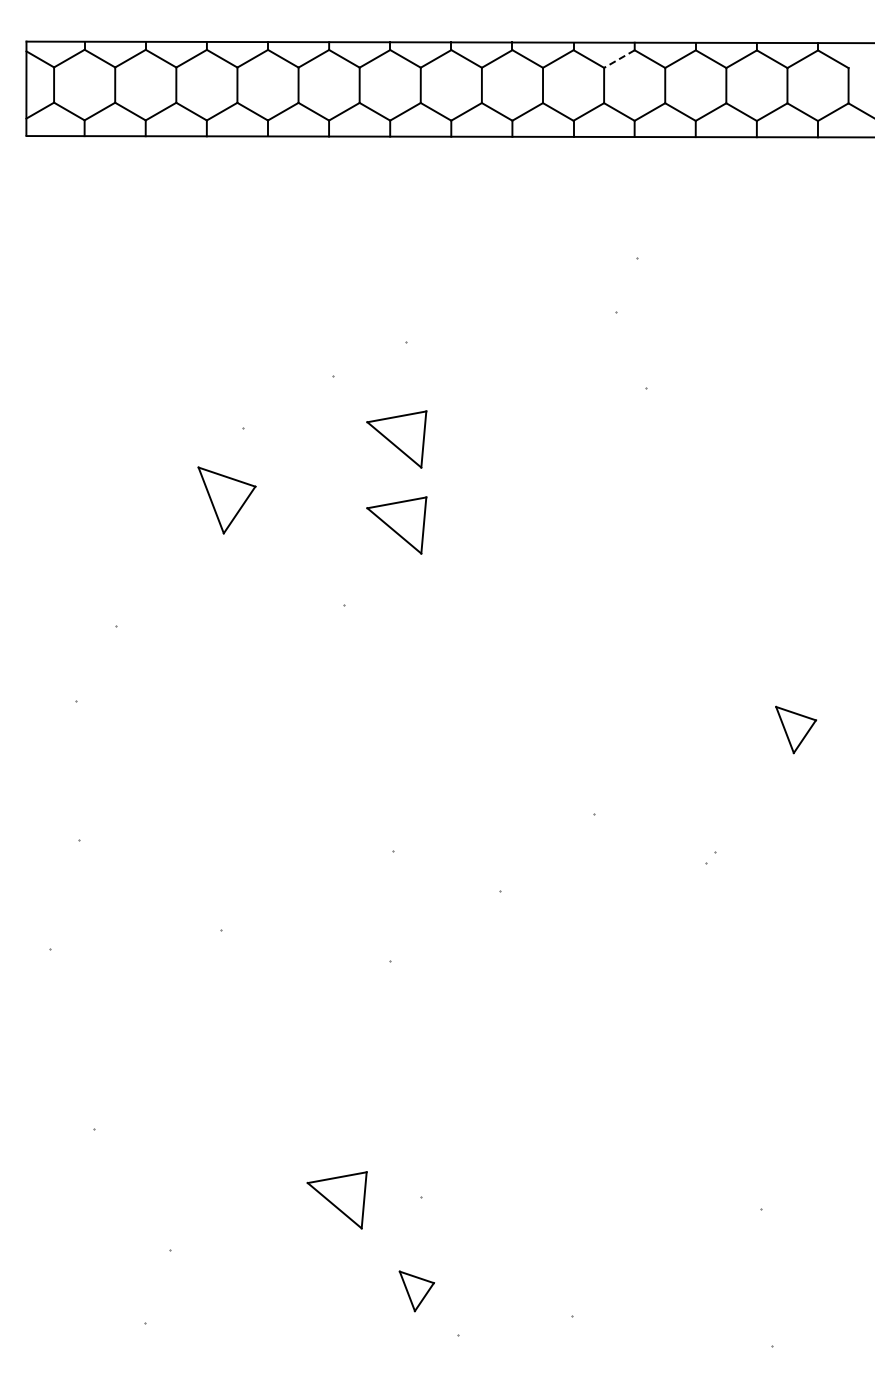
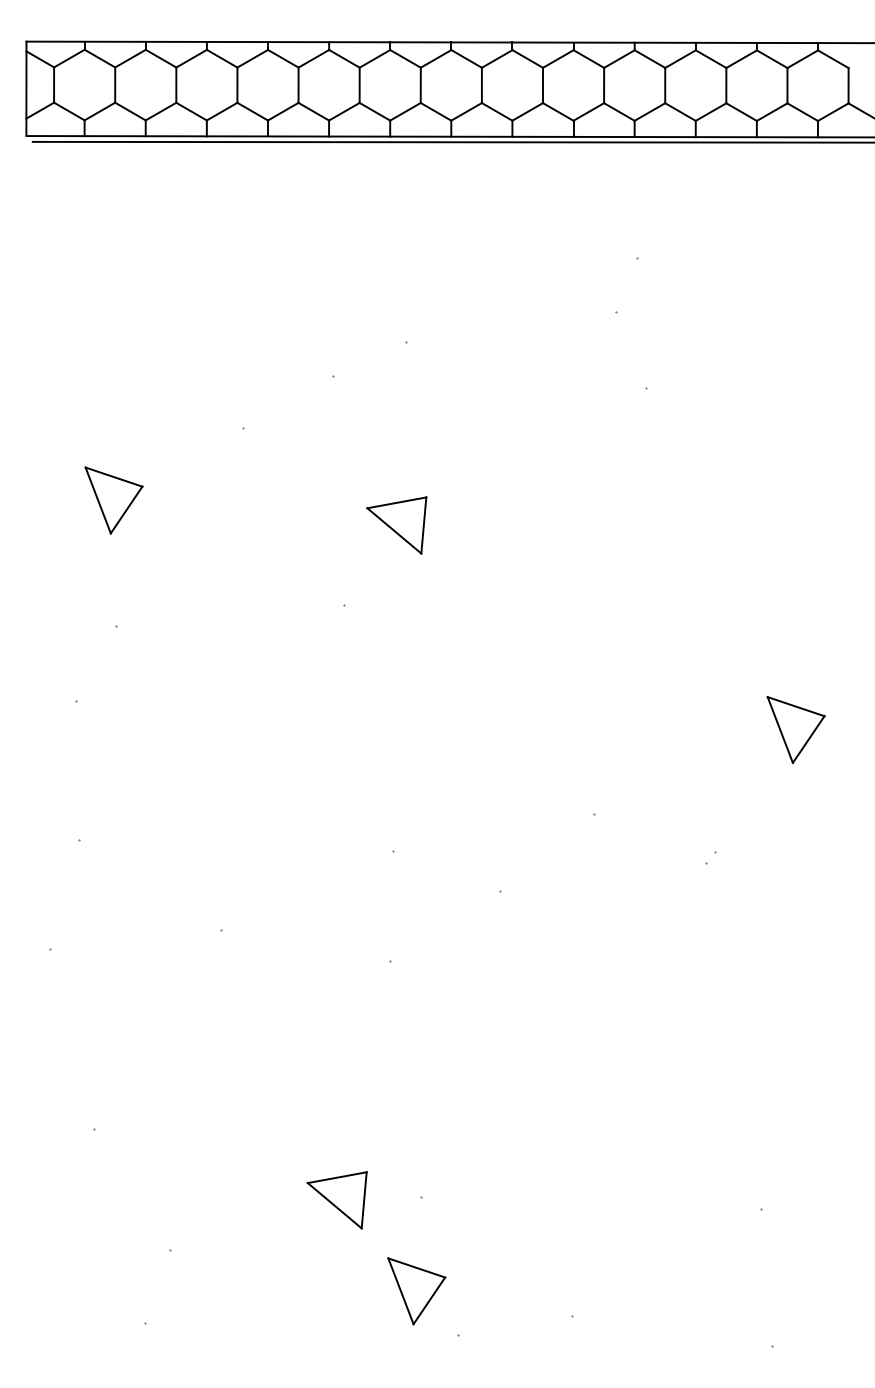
line at (619, 59): dashed -> solid
line at (451, 141): none -> present
part at (396, 439): present -> none
part at (226, 500) position: (226, 500) -> (113, 500)
part at (796, 729) size: 43x50 px -> 60x68 px
part at (416, 1291) size: 38x43 px -> 60x69 px
